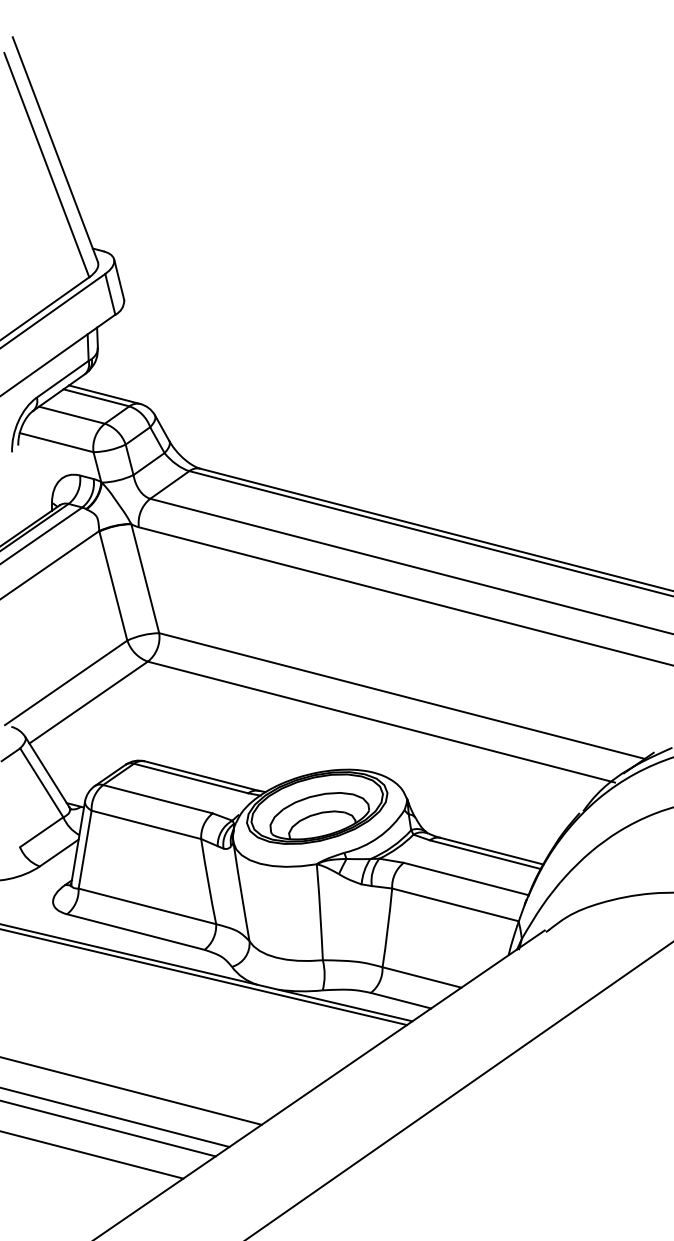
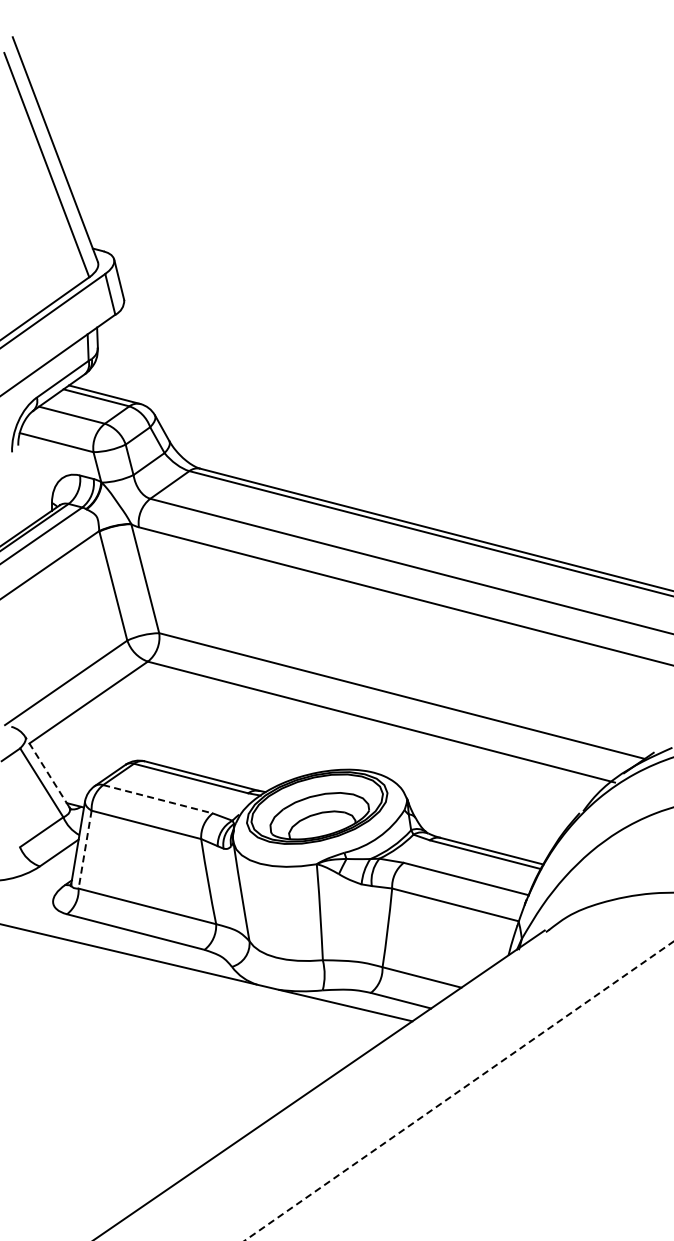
line at (46, 771): solid -> dashed
line at (157, 799): solid -> dashed
line at (85, 850): solid -> dashed
line at (204, 977): present -> none
line at (131, 1090): present -> none
line at (459, 1091): solid -> dashed
line at (115, 1117): present -> none
line at (108, 1128): present -> none
line at (92, 1154): present -> none
